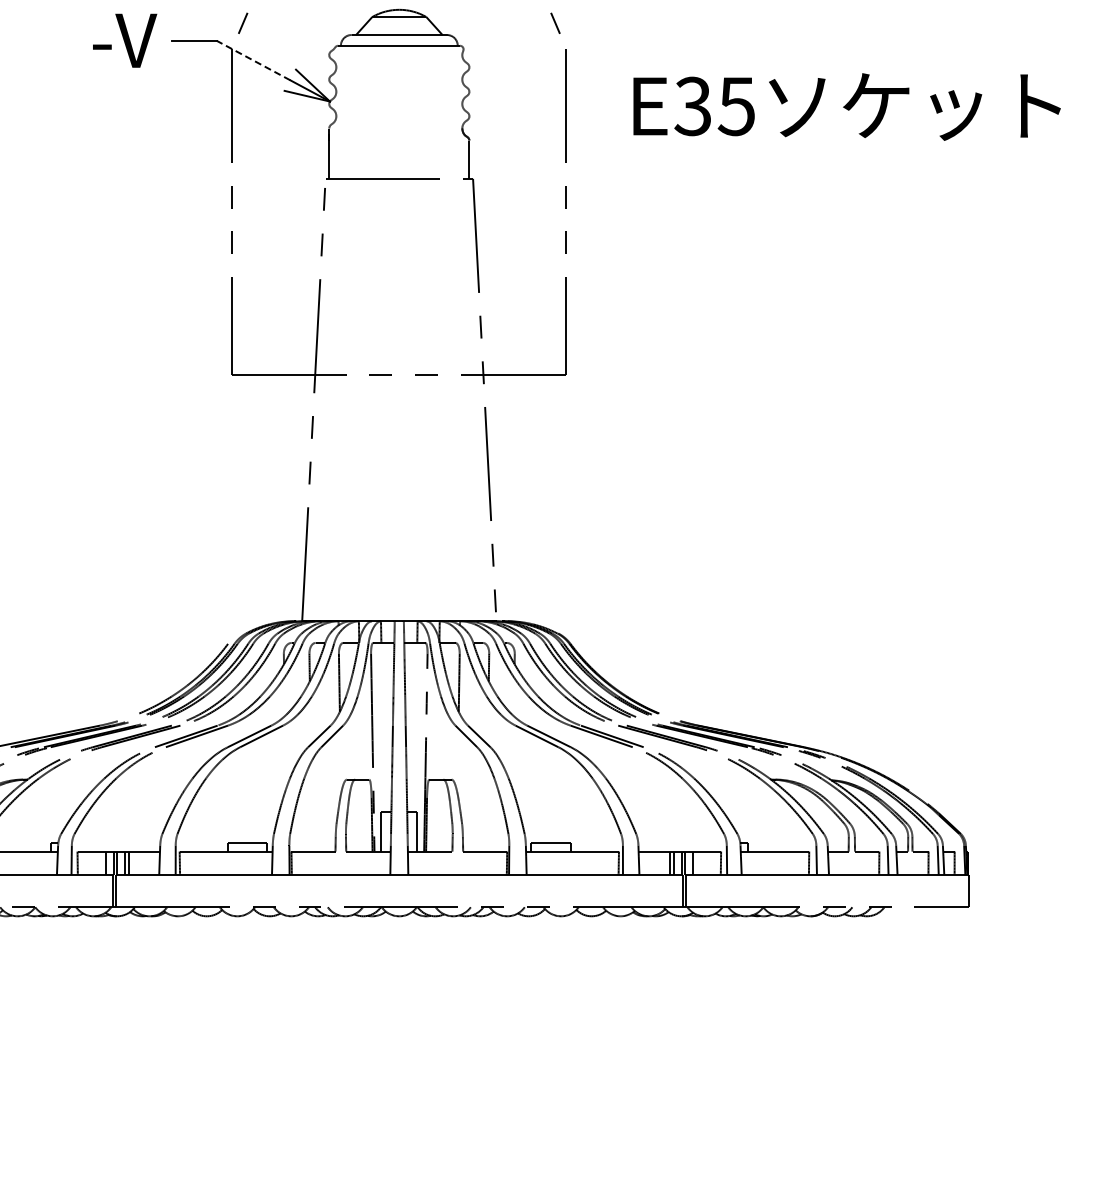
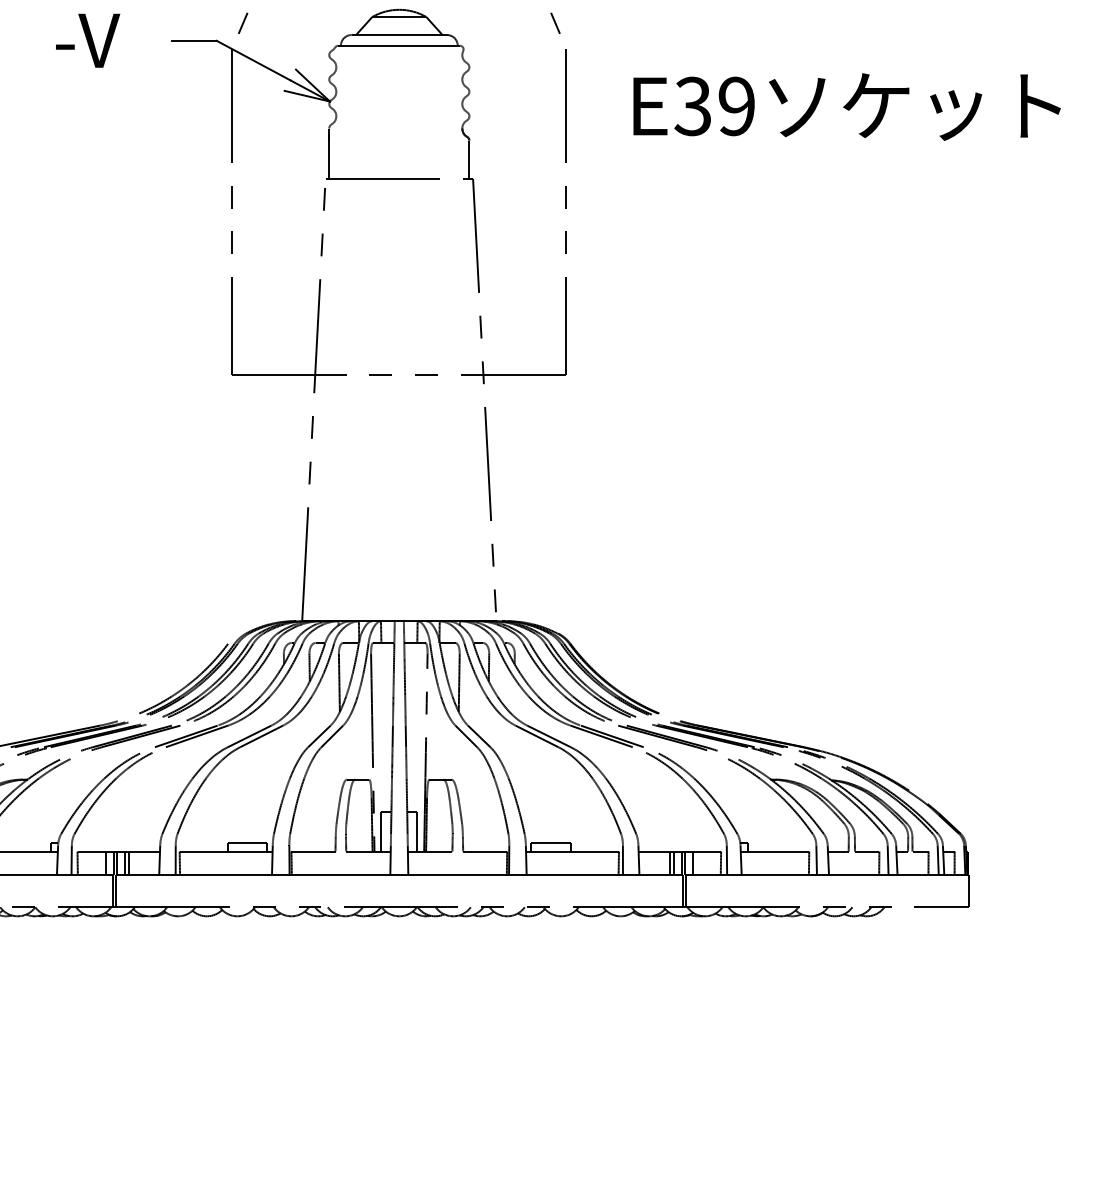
text at (125, 40) position: (125, 40) -> (88, 40)
line at (253, 60): dashed -> solid
text at (735, 106): E35 -> E39
